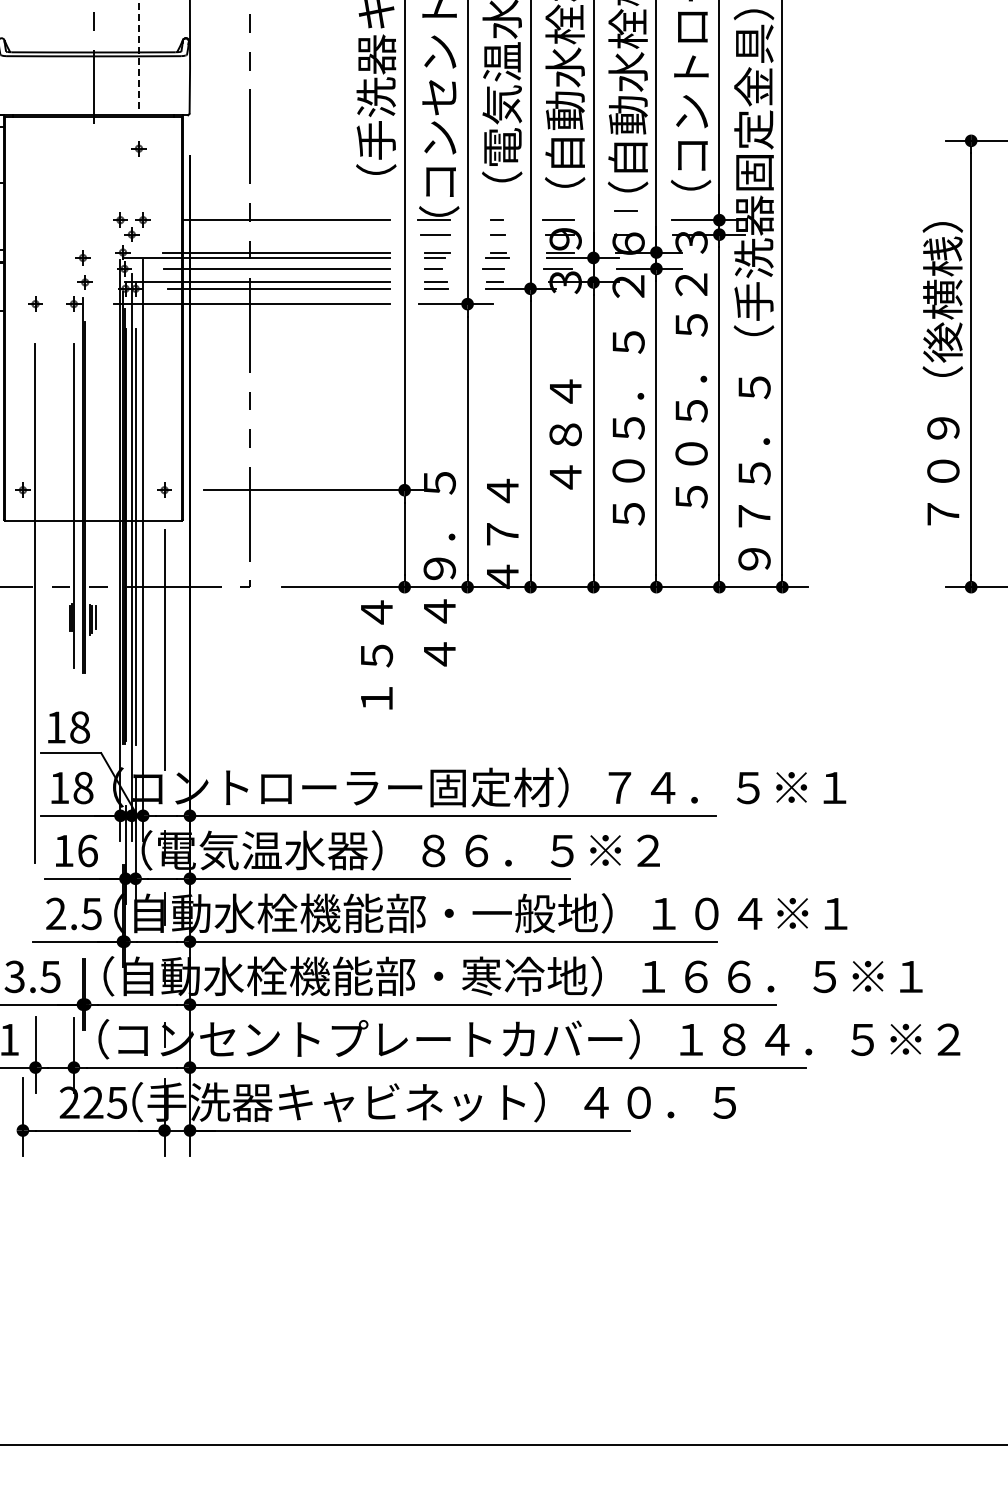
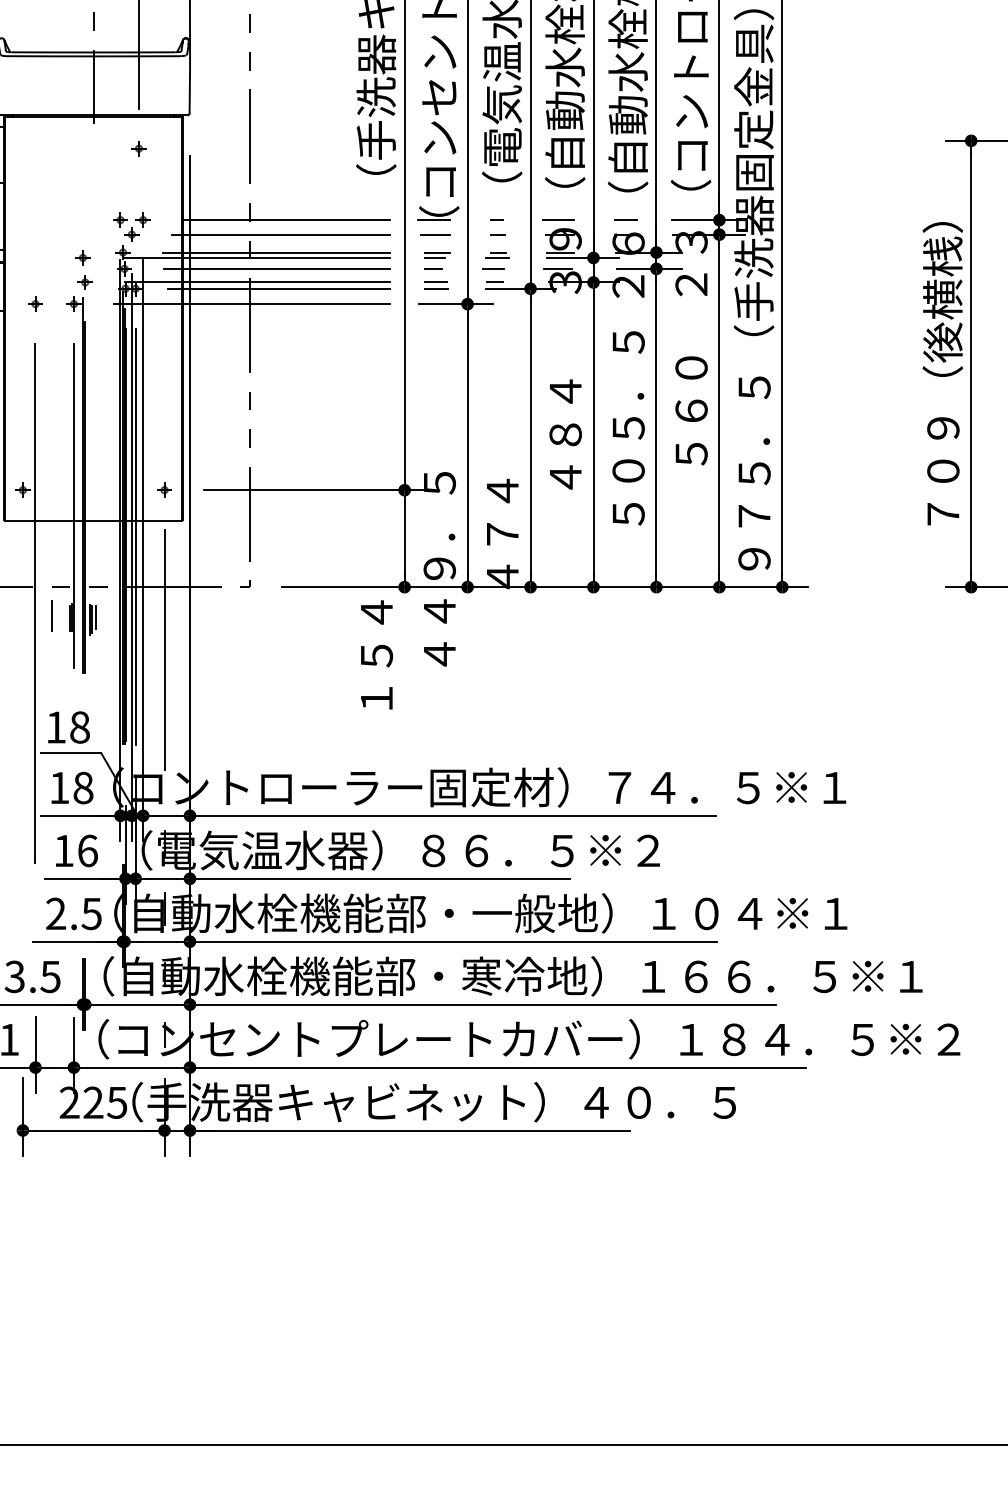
line at (139, 54): dashed -> solid
line at (625, 210) position: (625, 210) -> (625, 219)
line at (280, 234): none -> present
text at (691, 411): ５０５．５ -> ５６０
line at (51, 615): none -> present
